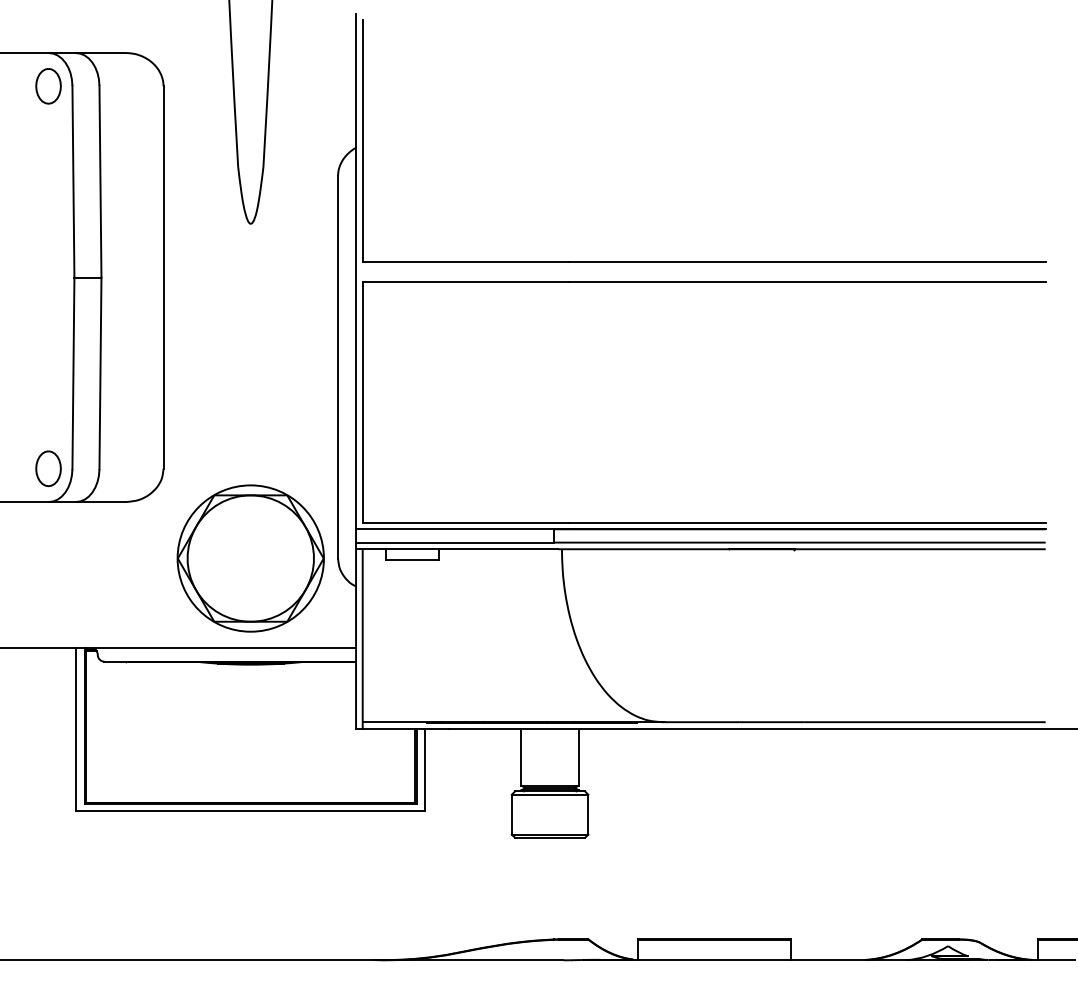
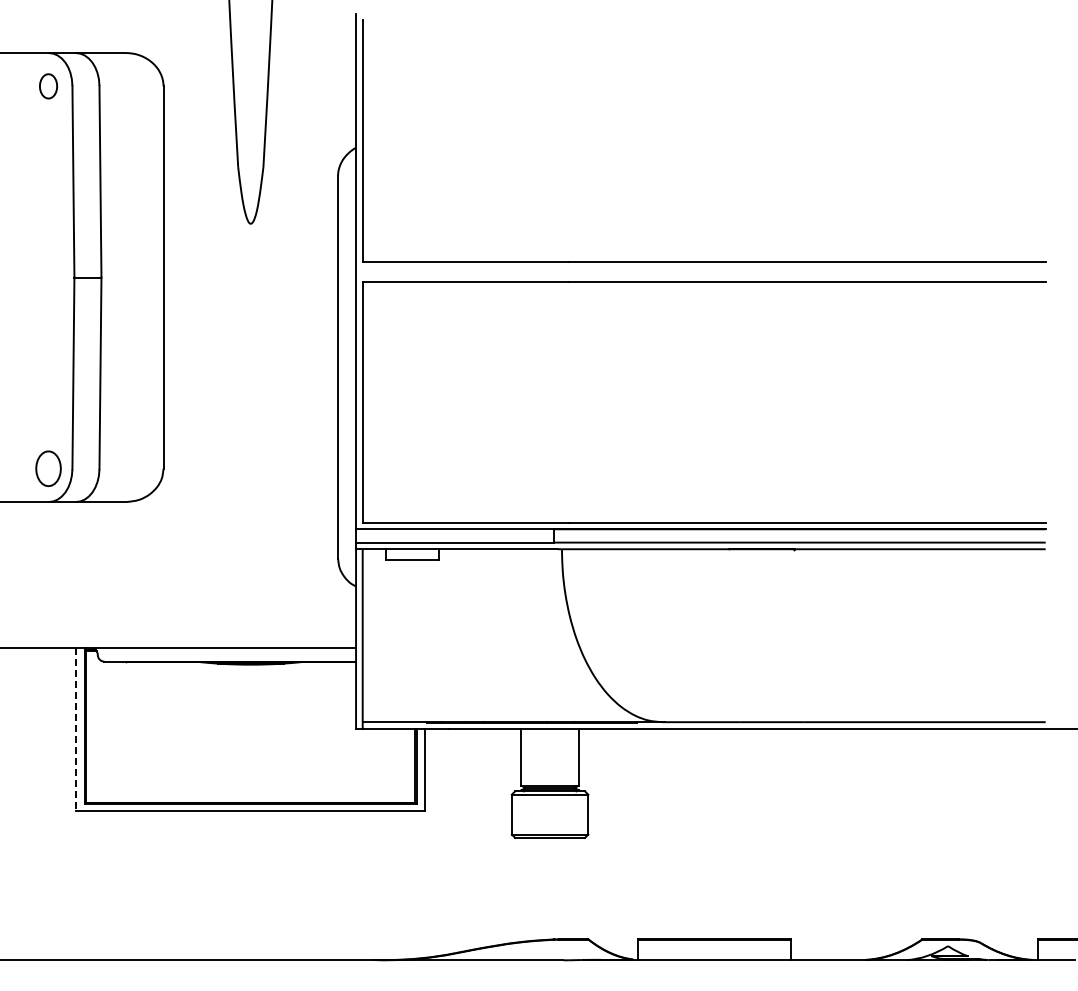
part at (48, 86) size: 27x37 px -> 20x27 px
part at (250, 558): present -> none
line at (76, 730): solid -> dashed
